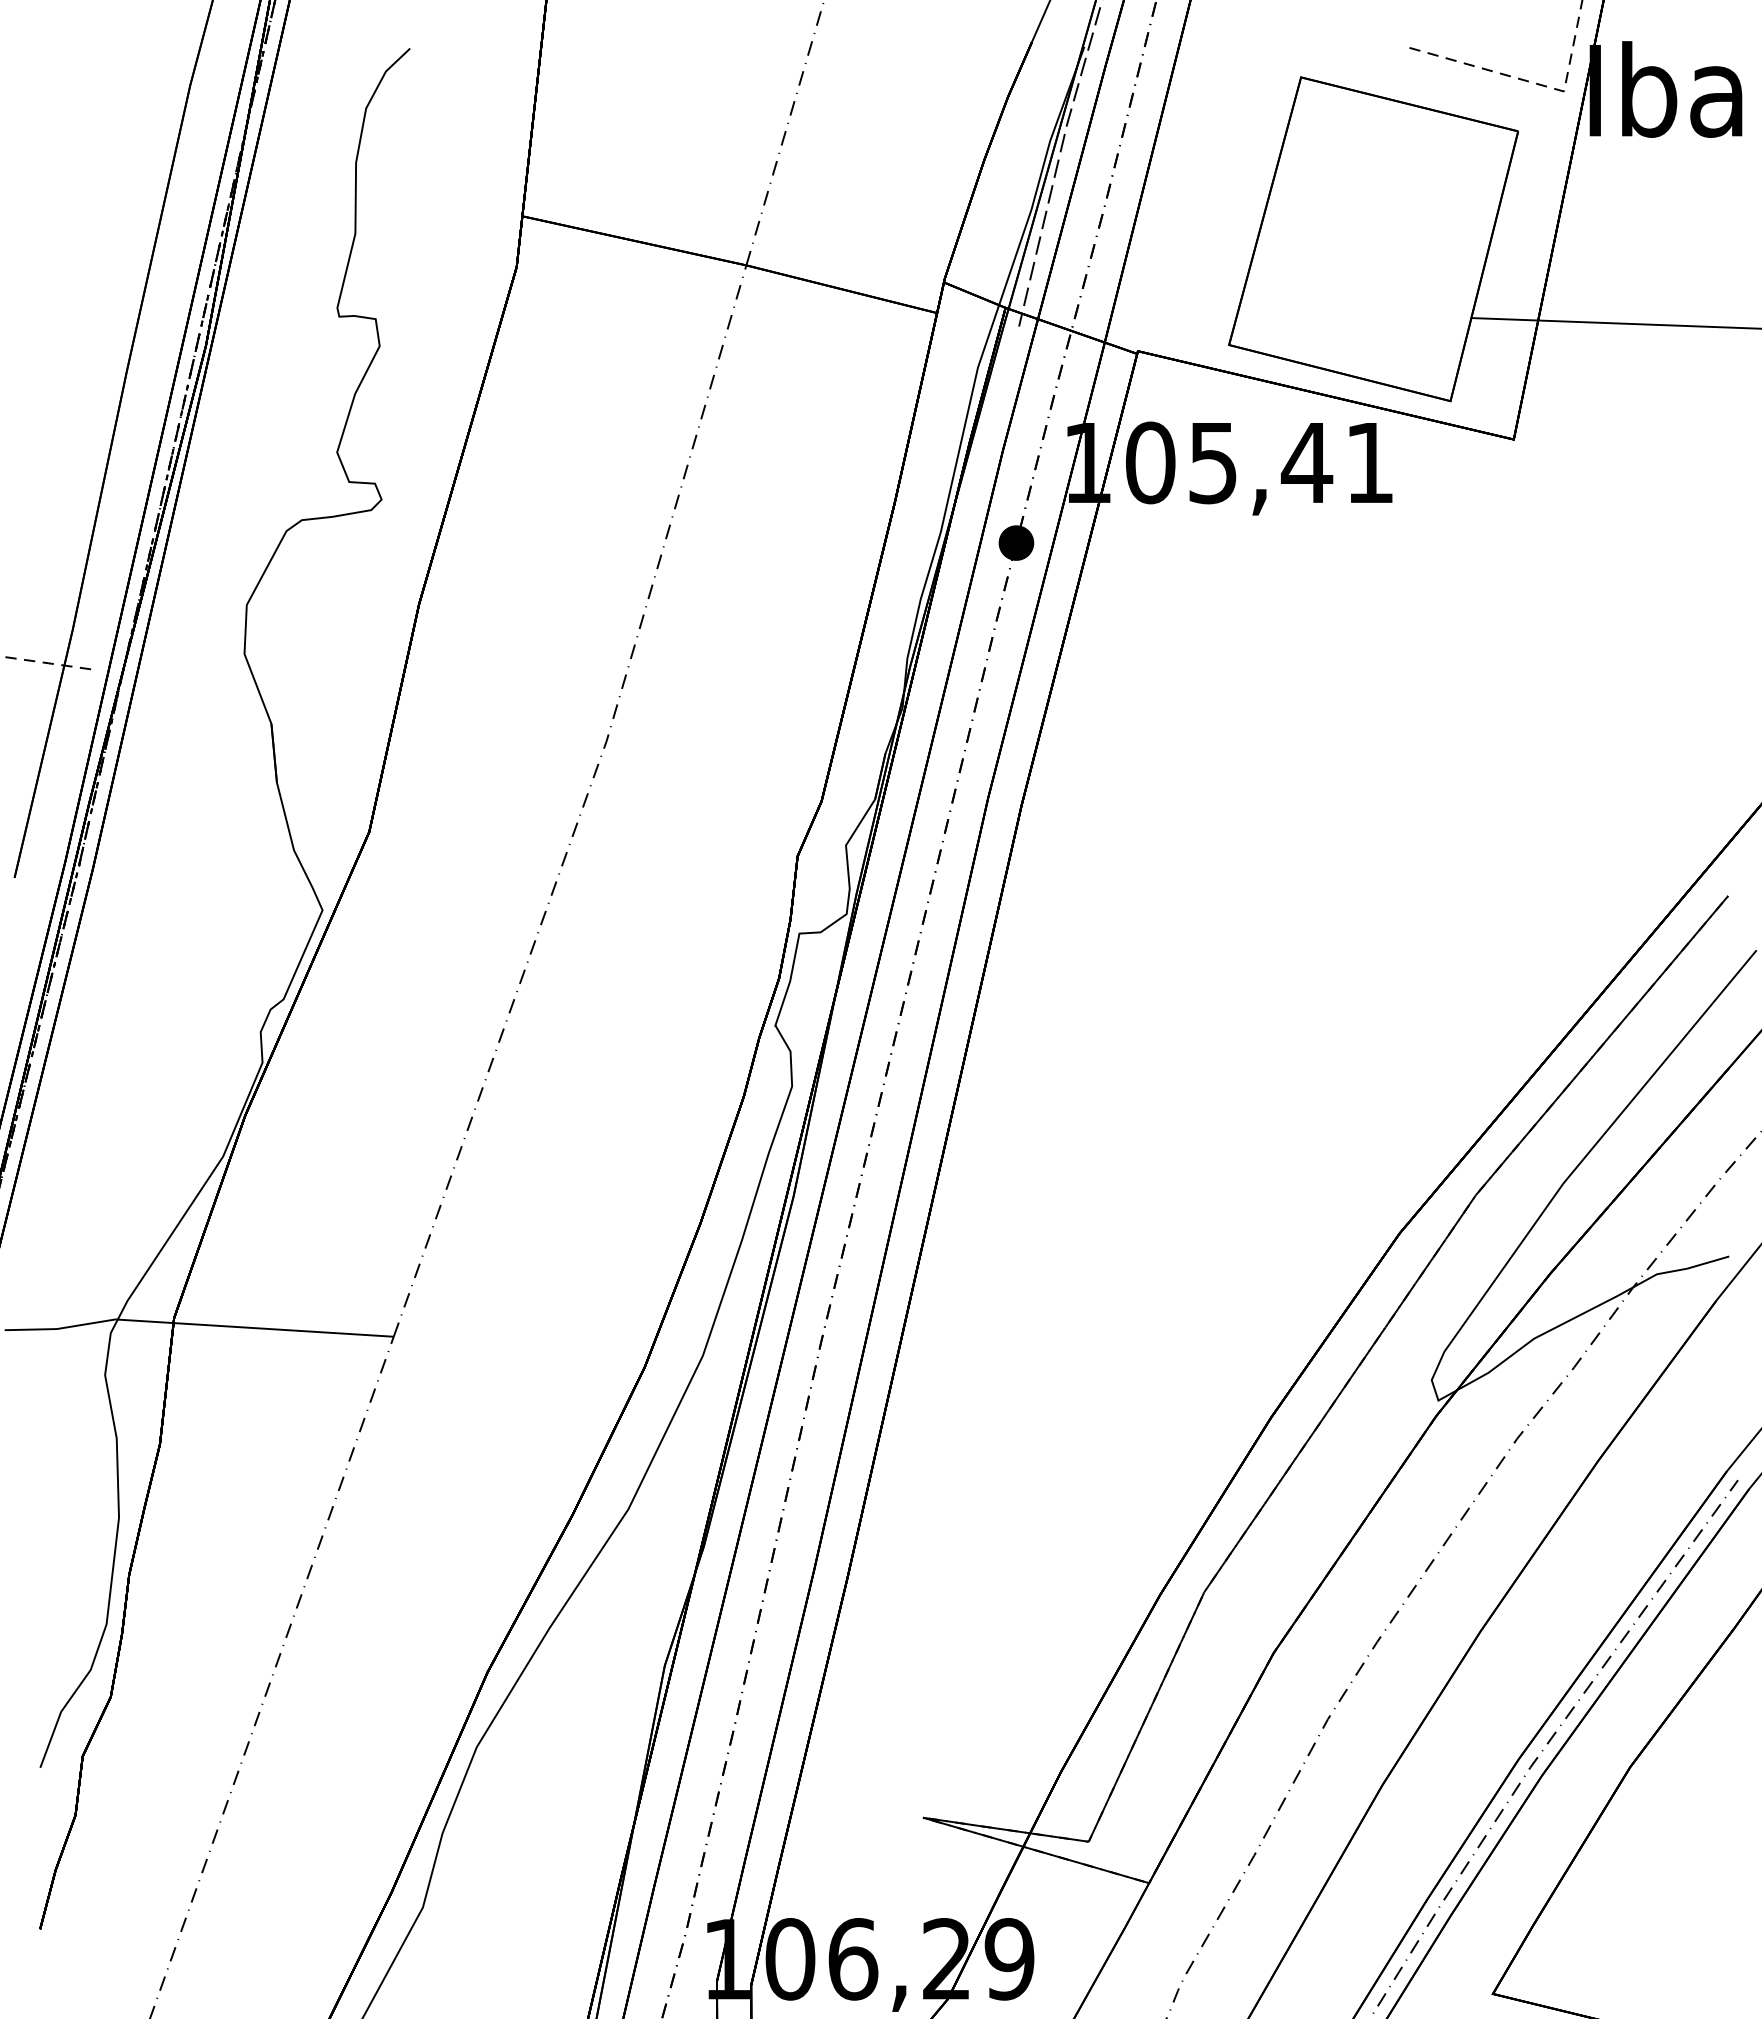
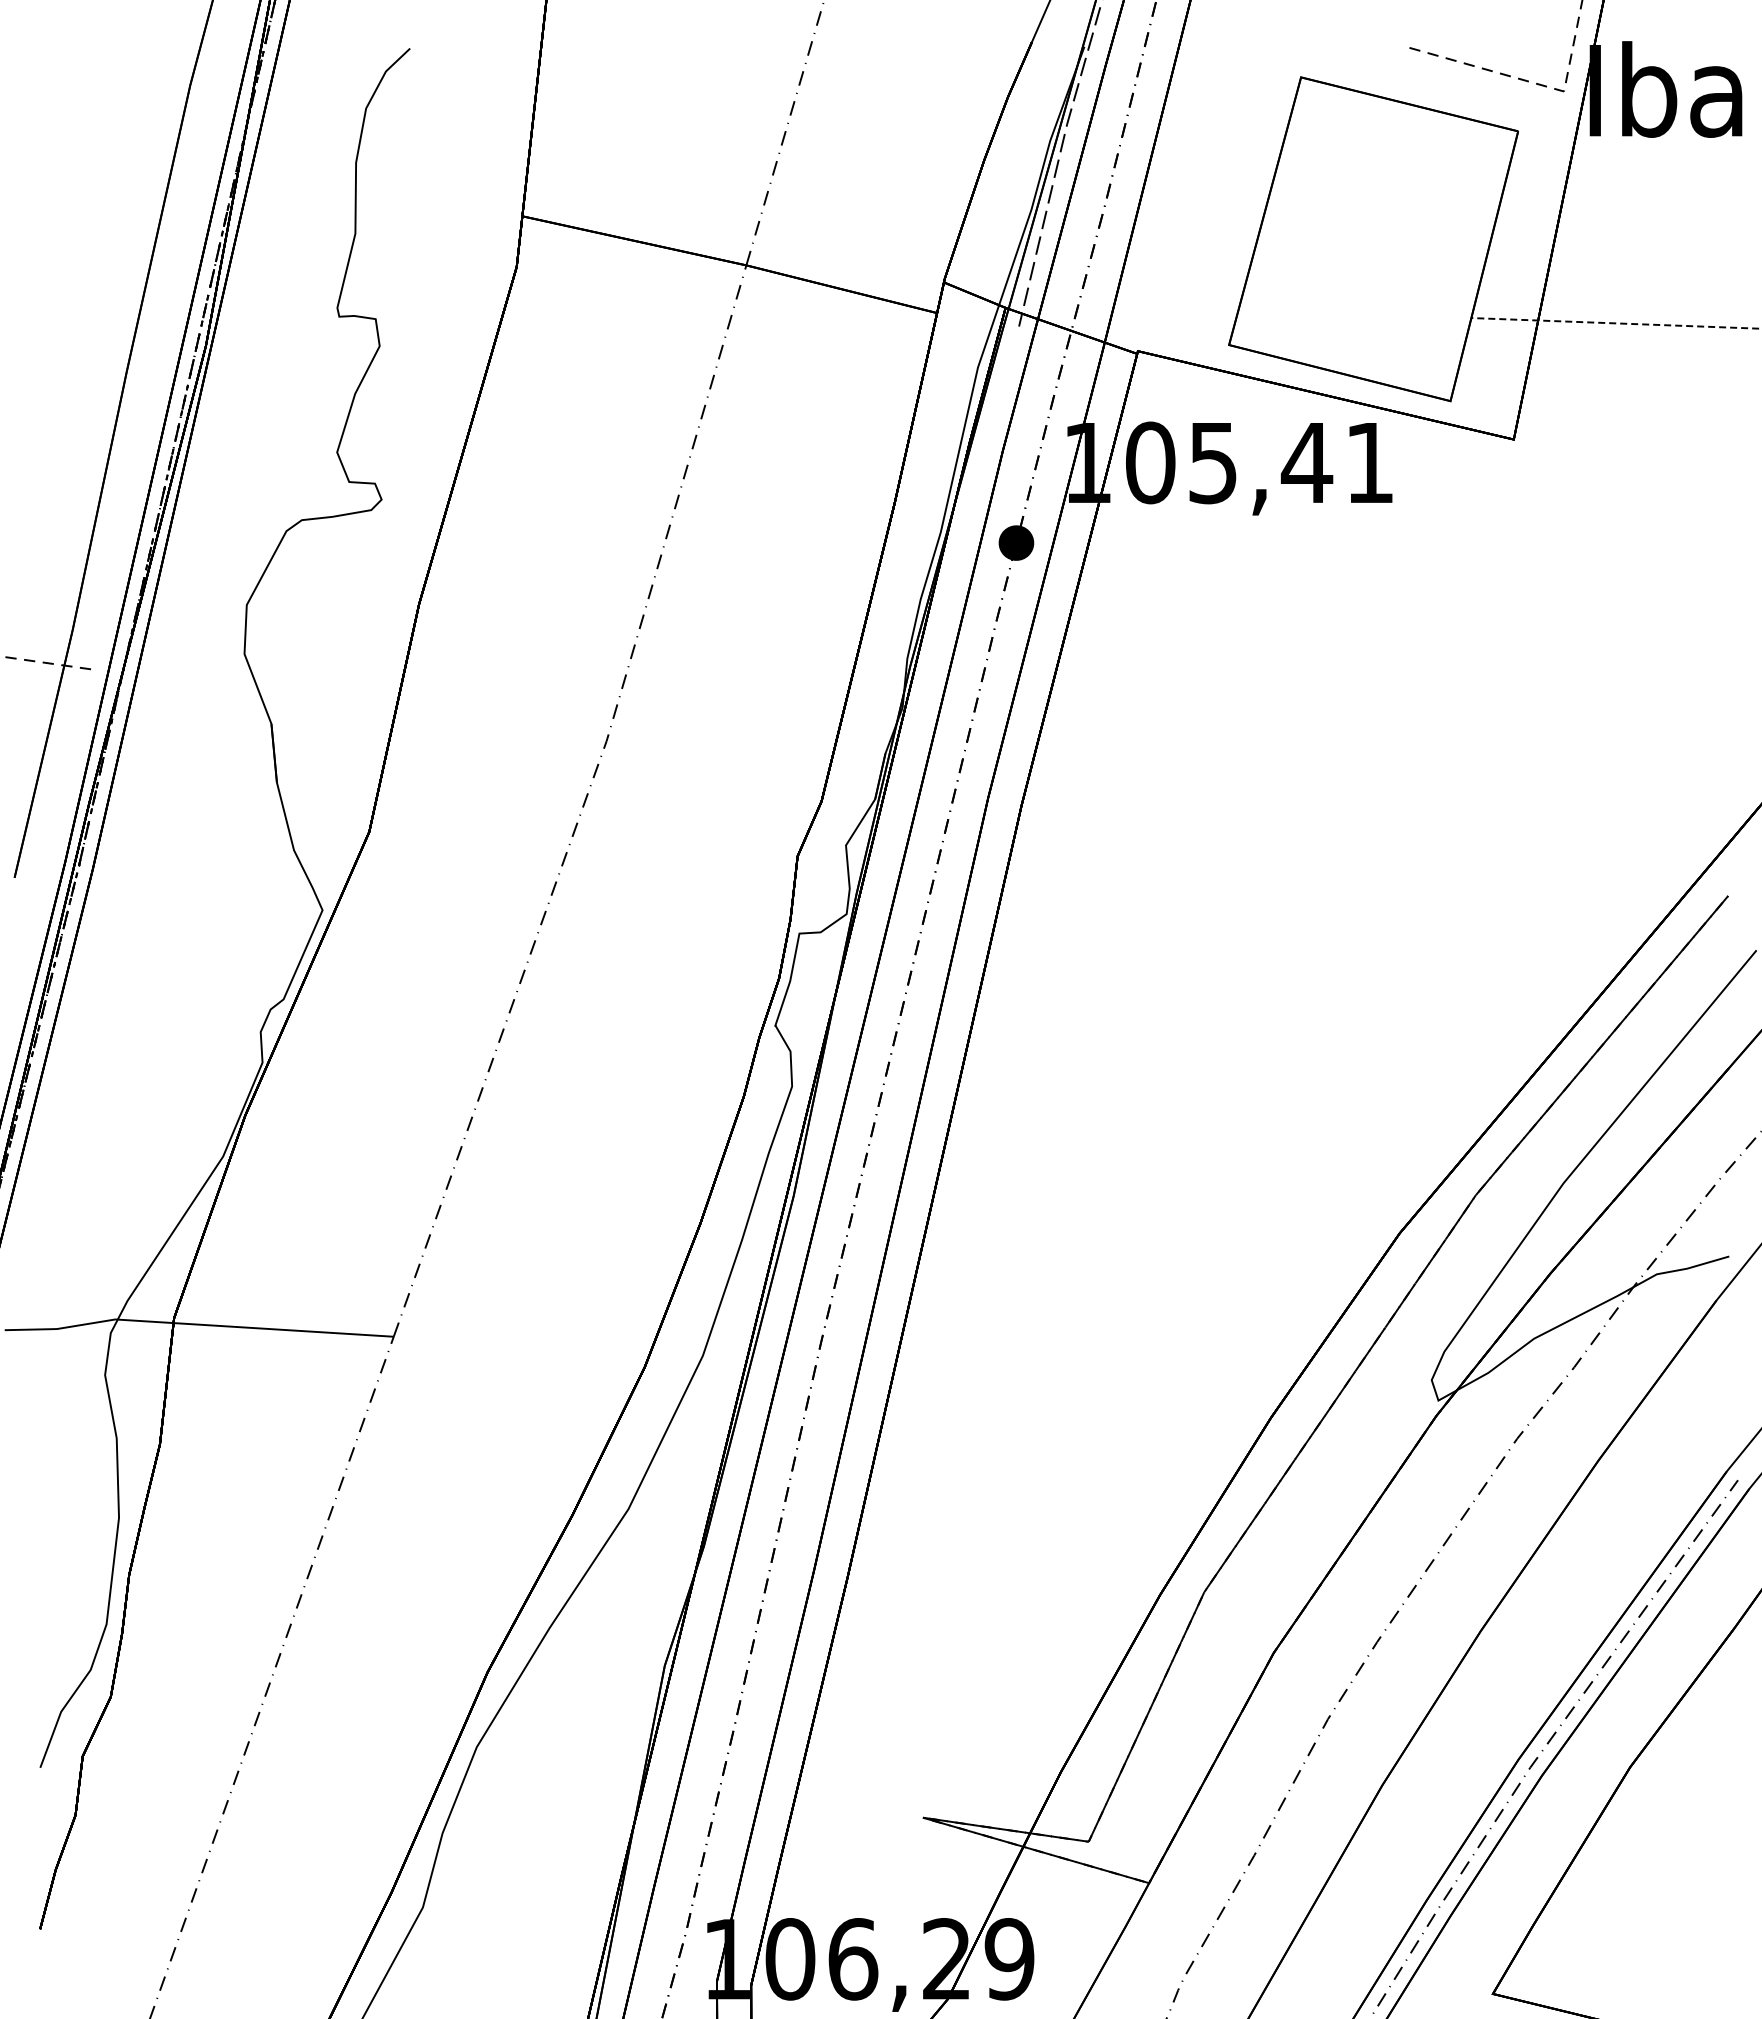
line at (1616, 323): solid -> dashed
